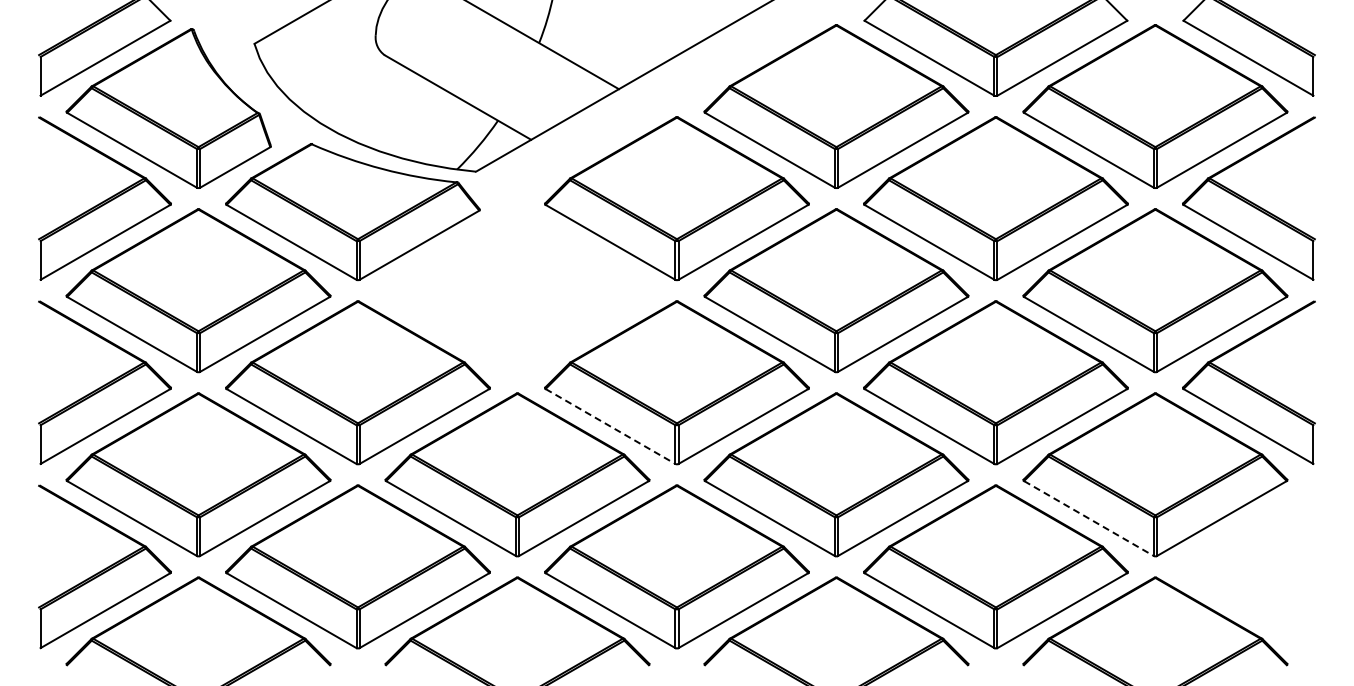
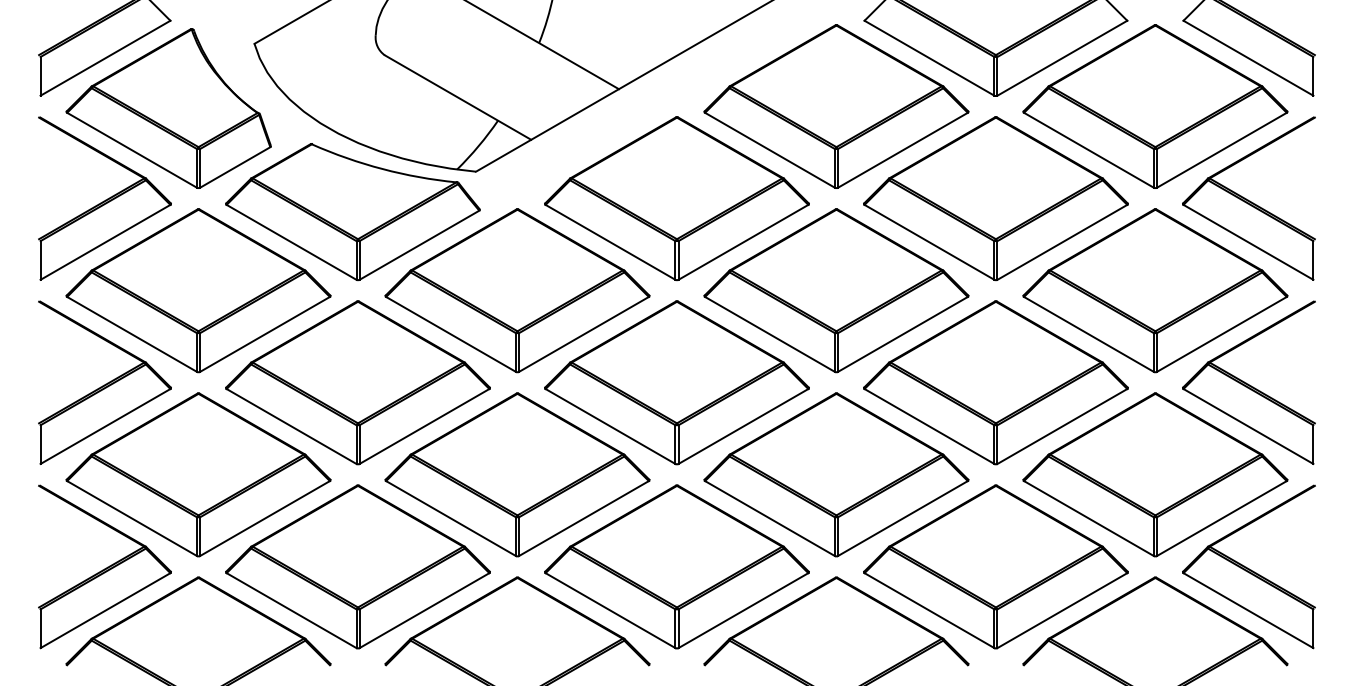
part at (517, 290): none -> present
line at (610, 426): dashed -> solid
line at (1088, 518): dashed -> solid
part at (1248, 566): none -> present
